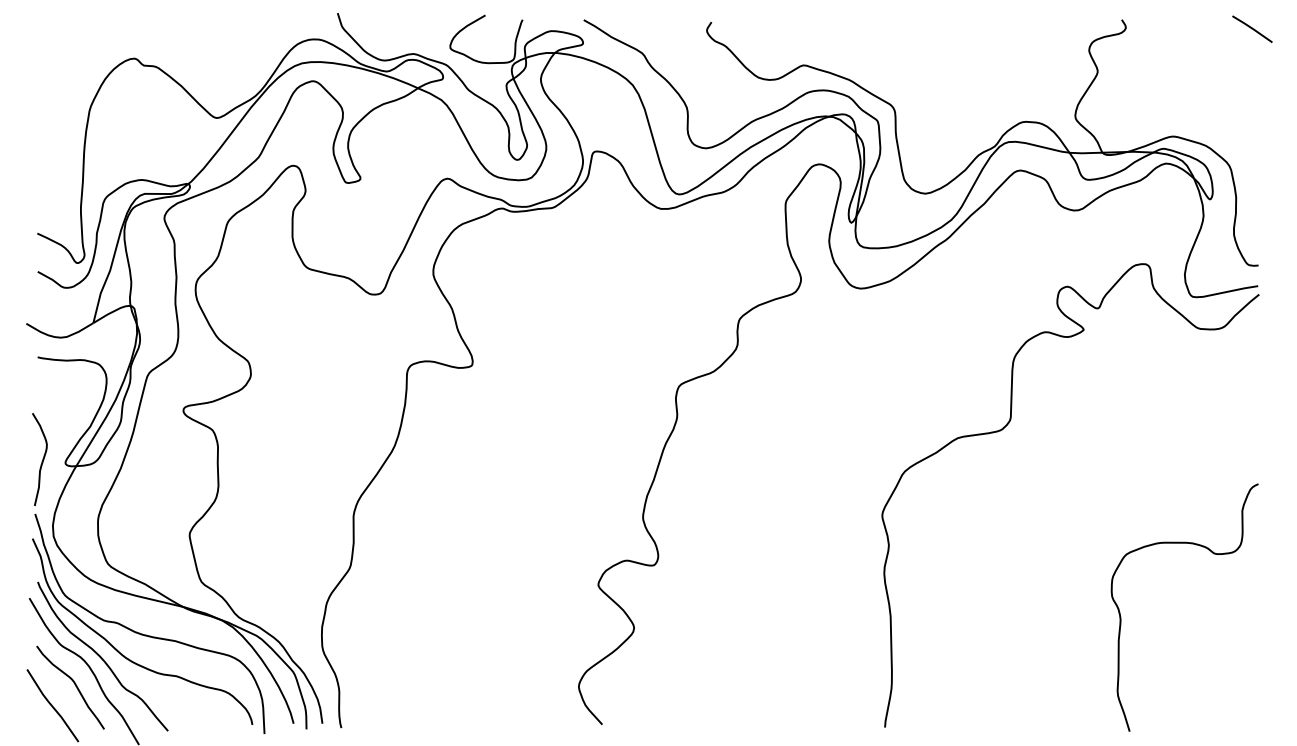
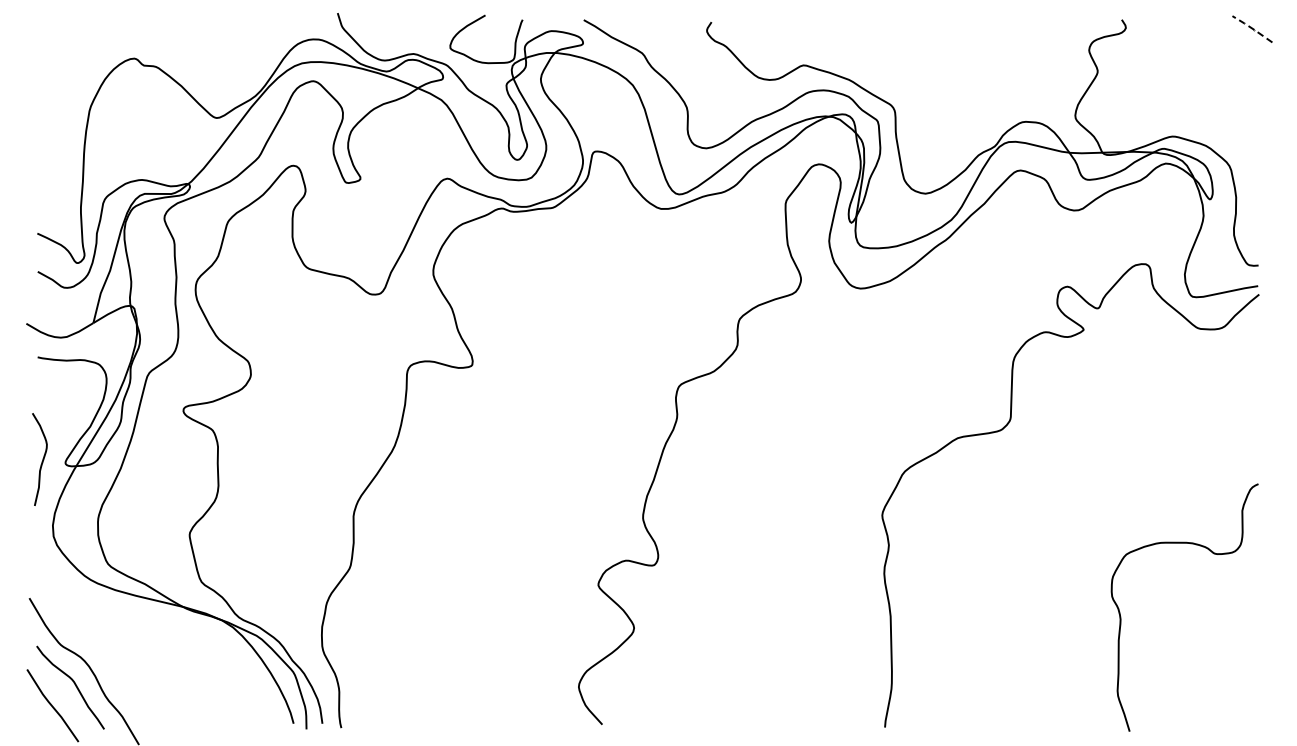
line at (1252, 28): solid -> dashed
part at (146, 634): present -> none
